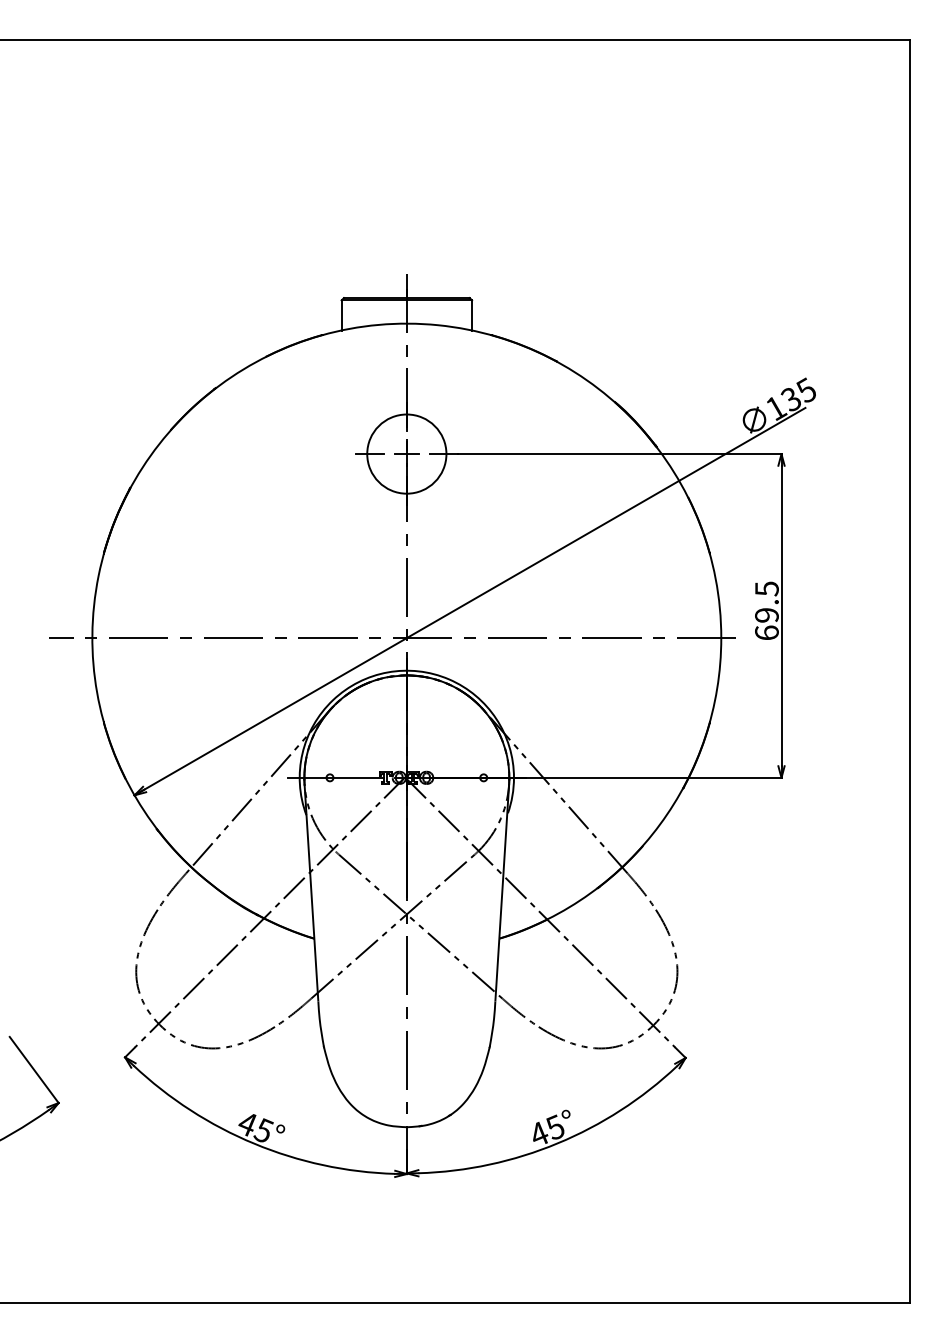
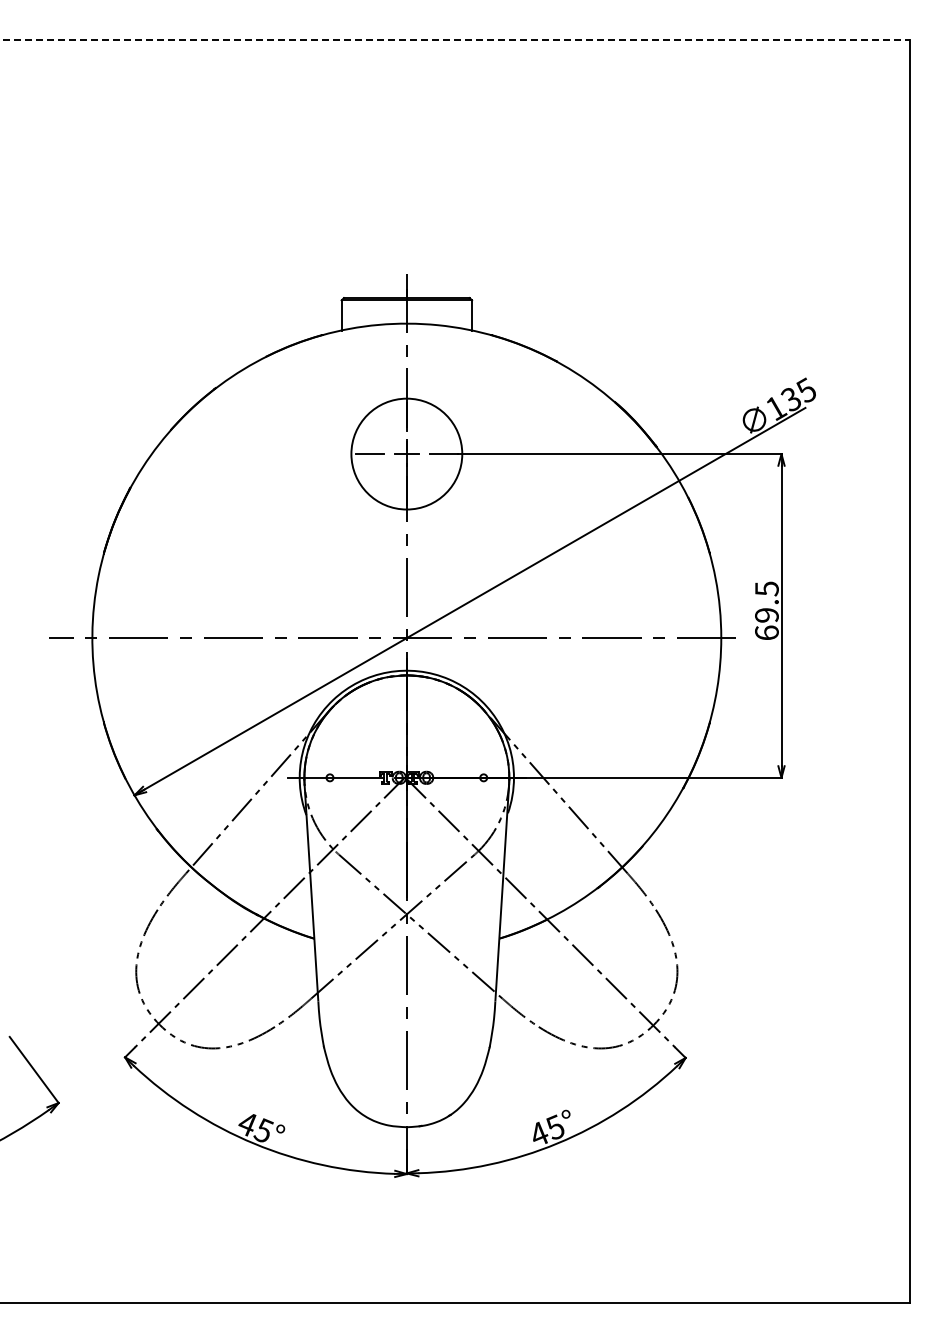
line at (454, 40): solid -> dashed
circle at (406, 453) diameter: 79 px -> 111 px
